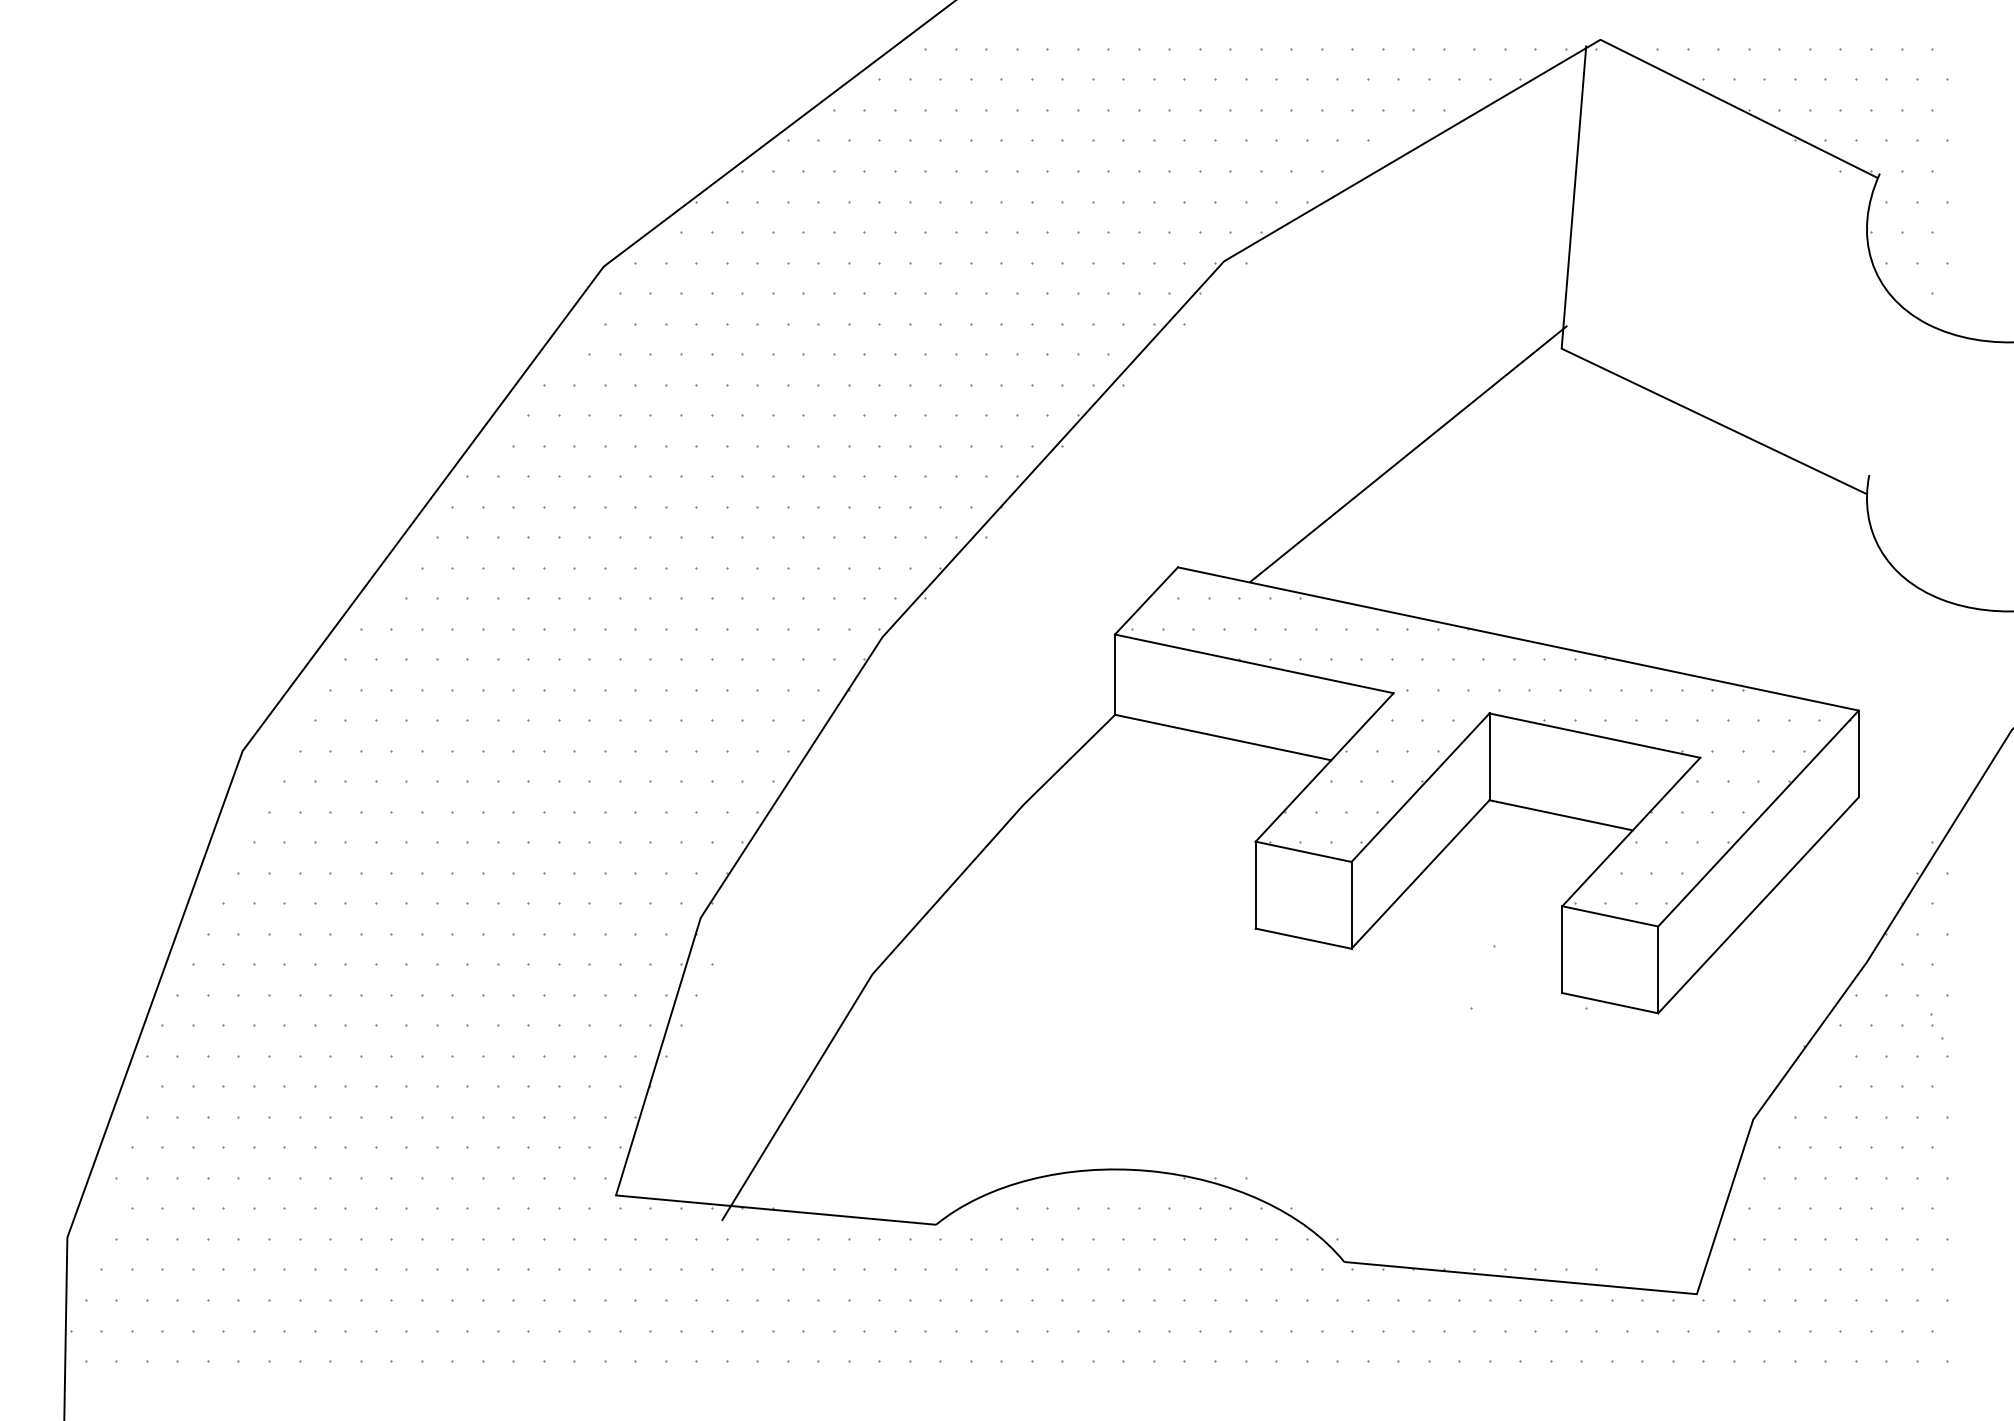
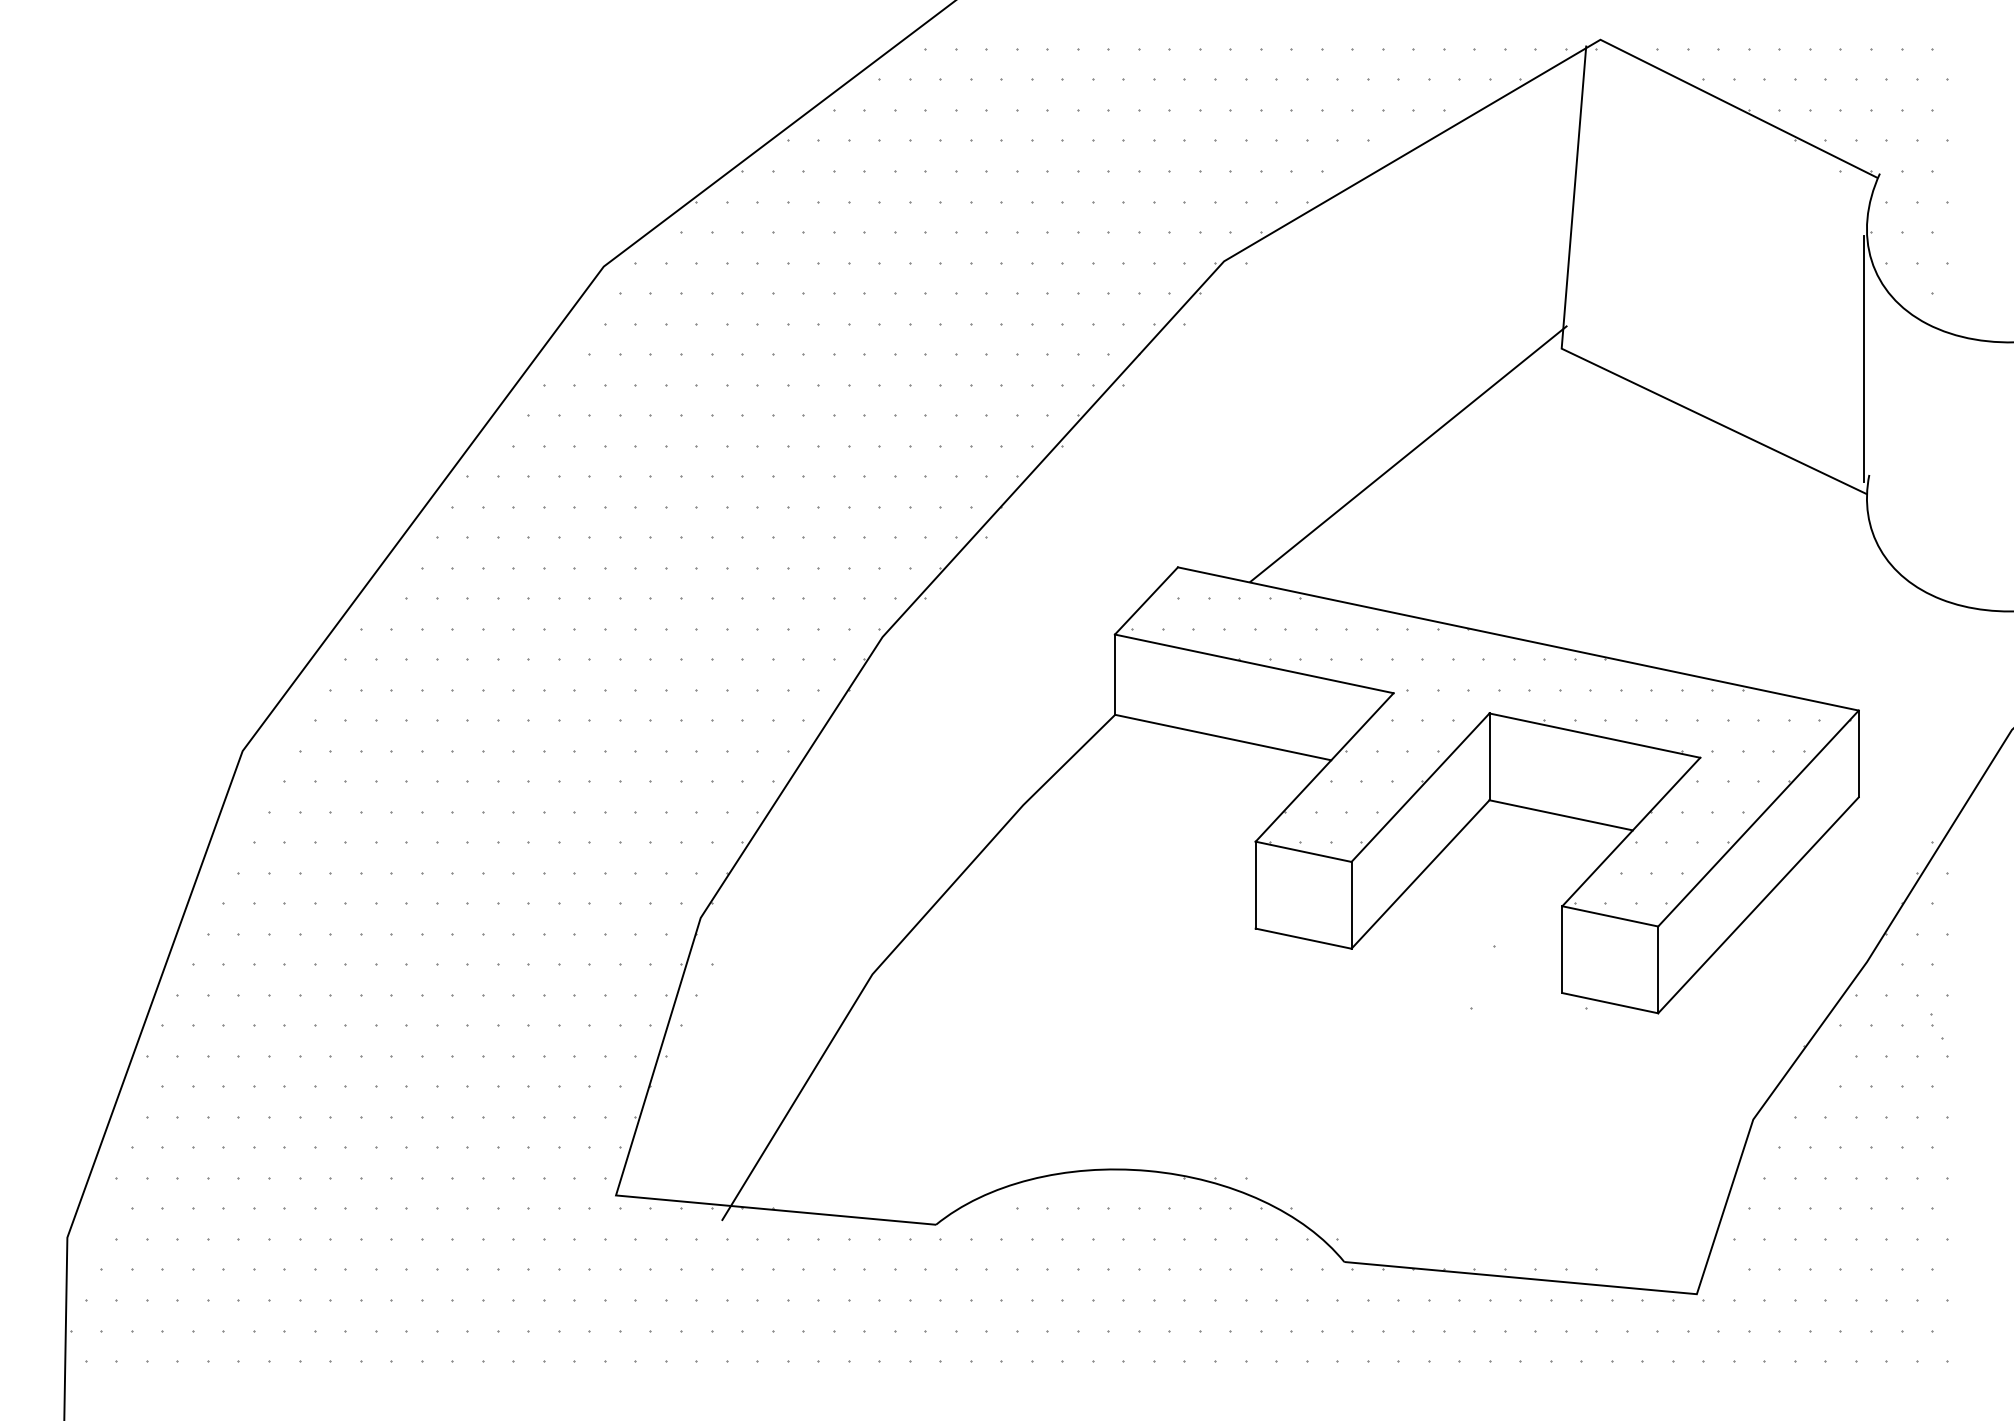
line at (1863, 358): none -> present
